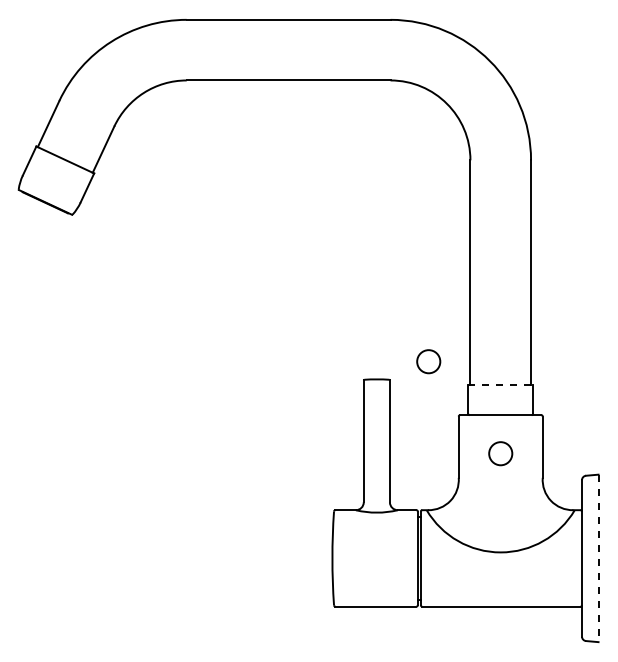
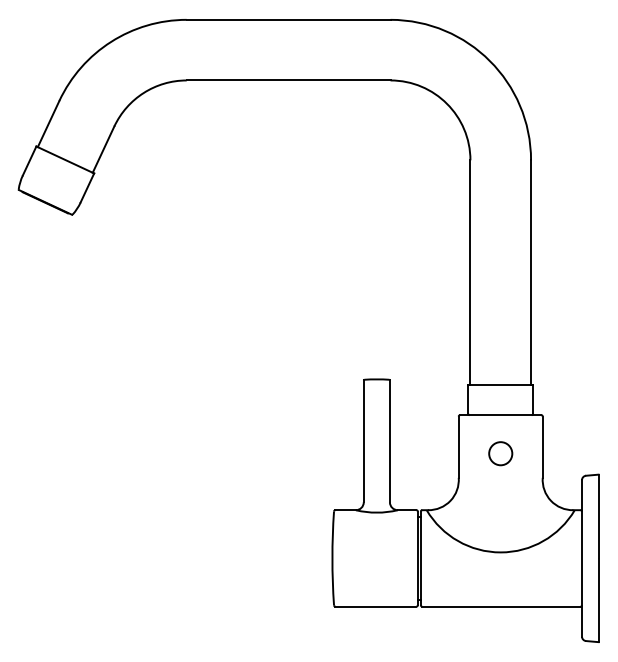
circle at (428, 361): present -> none
line at (501, 384): dashed -> solid
line at (598, 558): dashed -> solid
